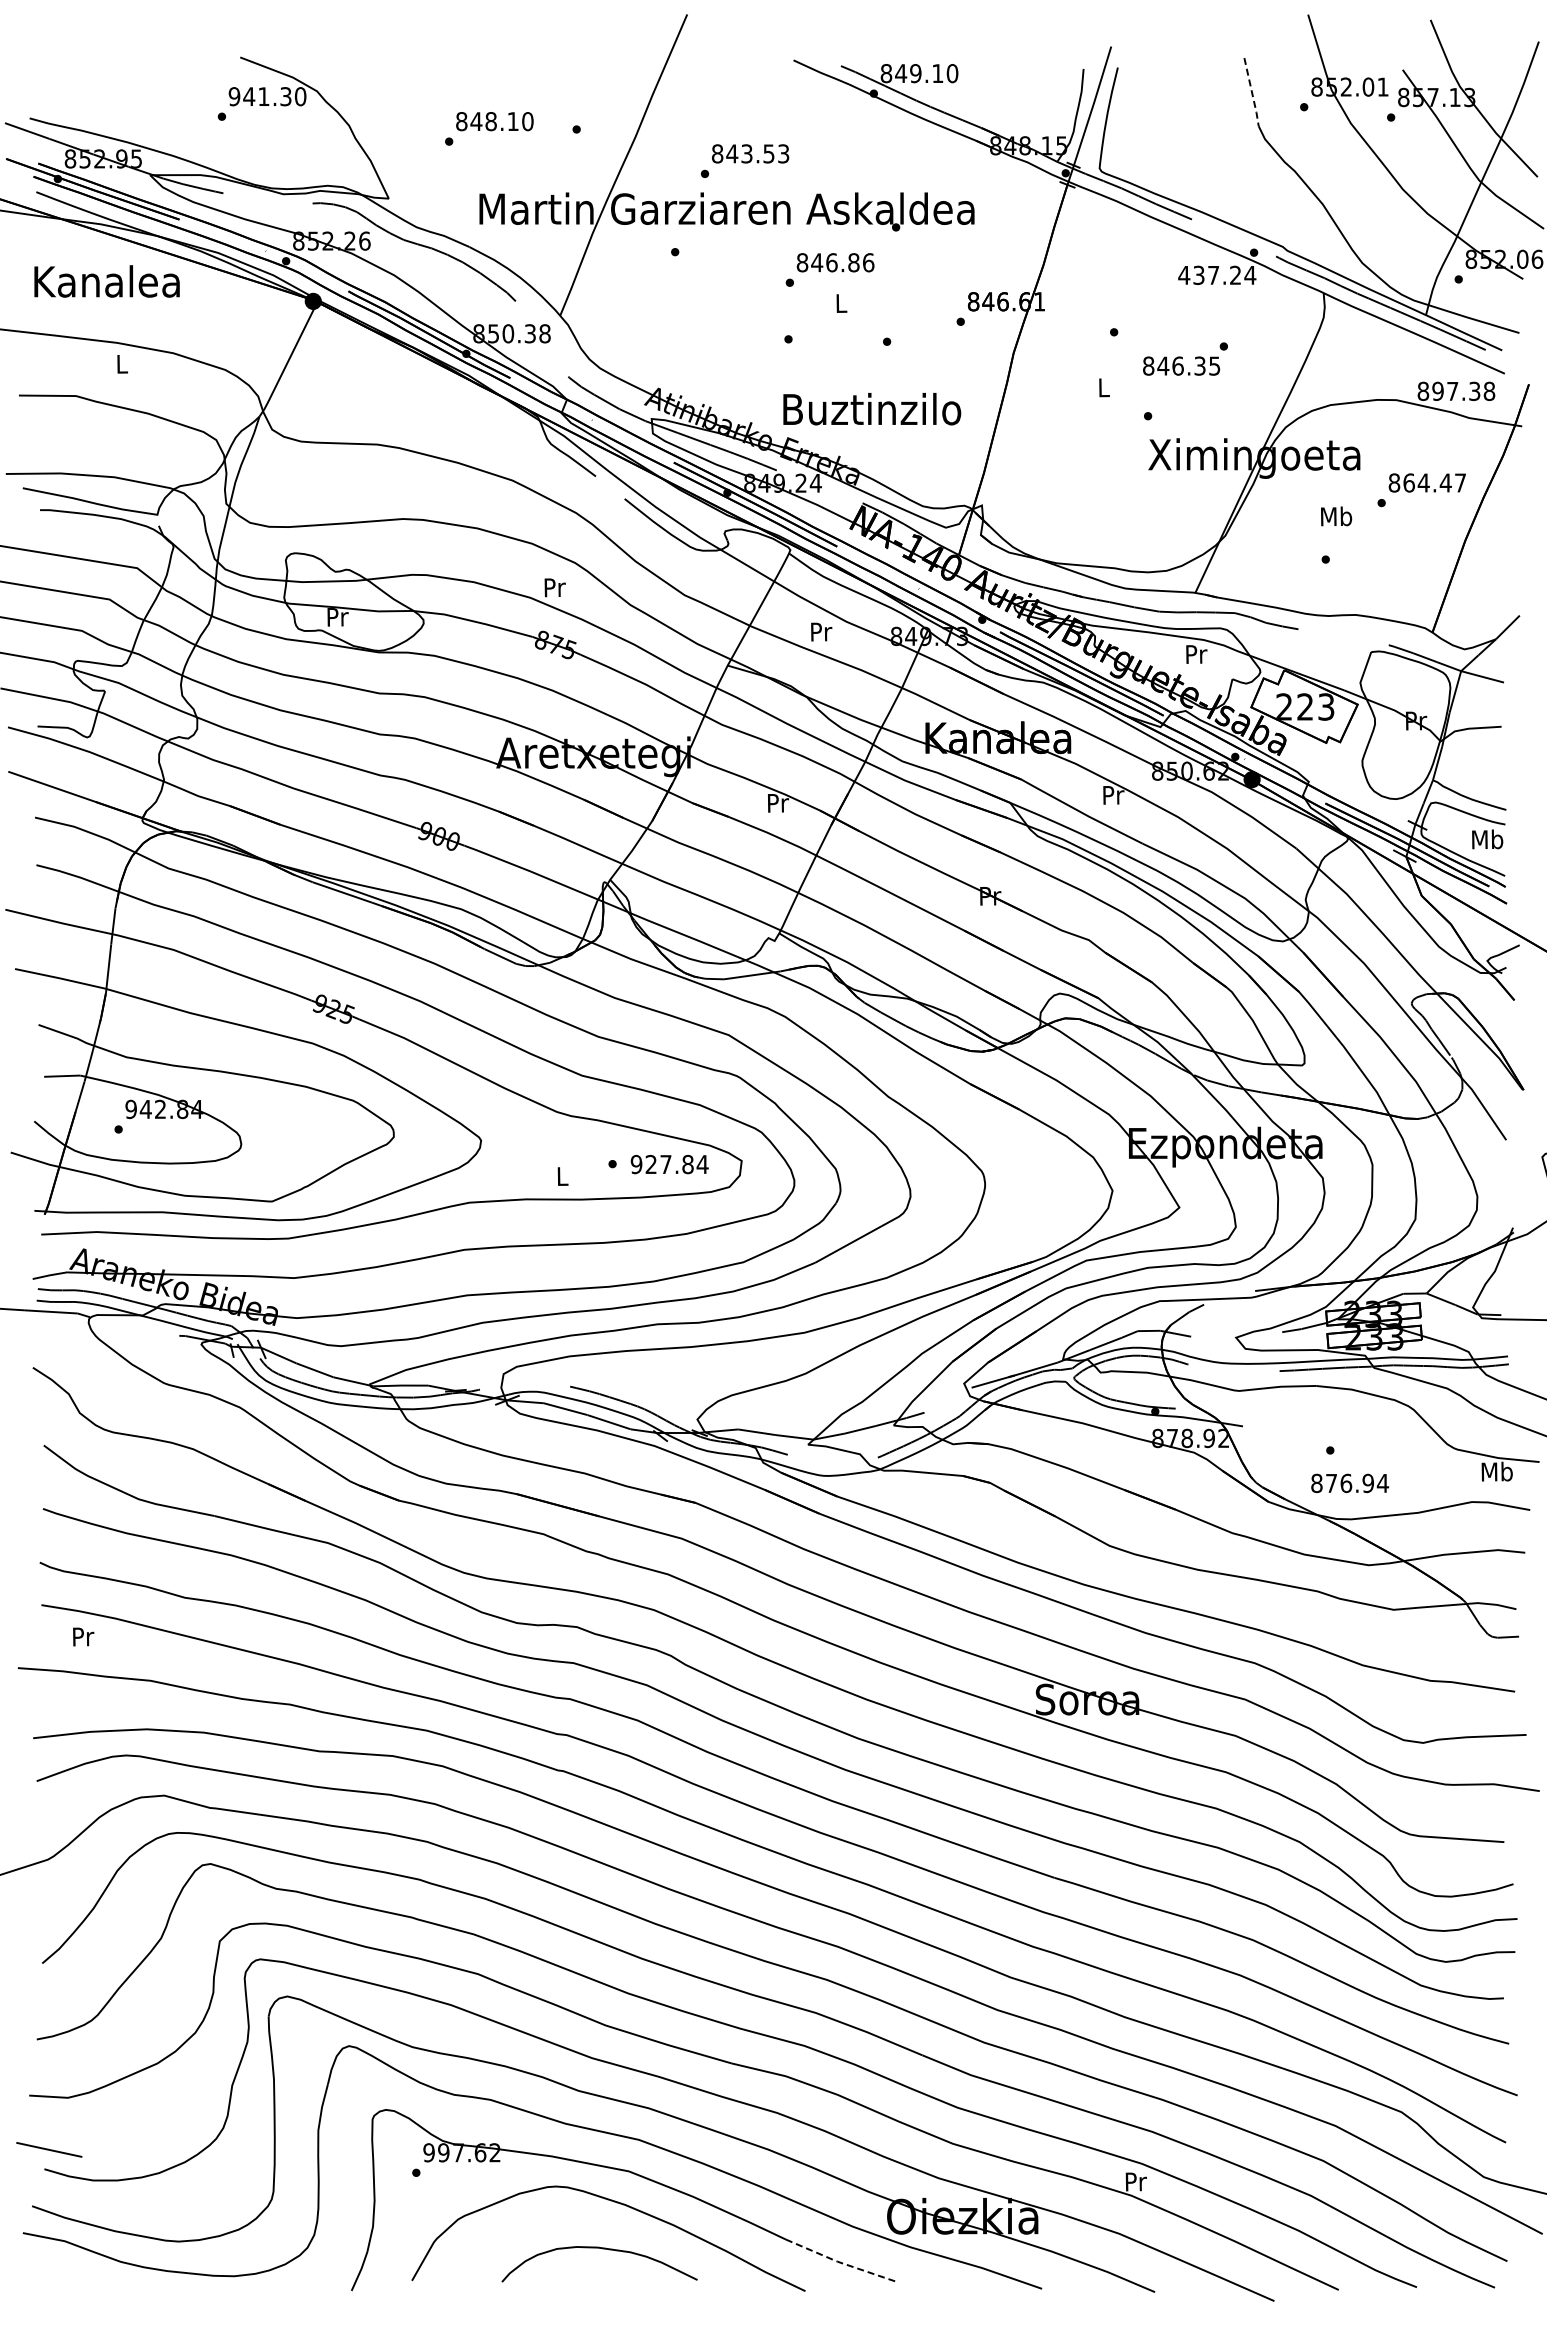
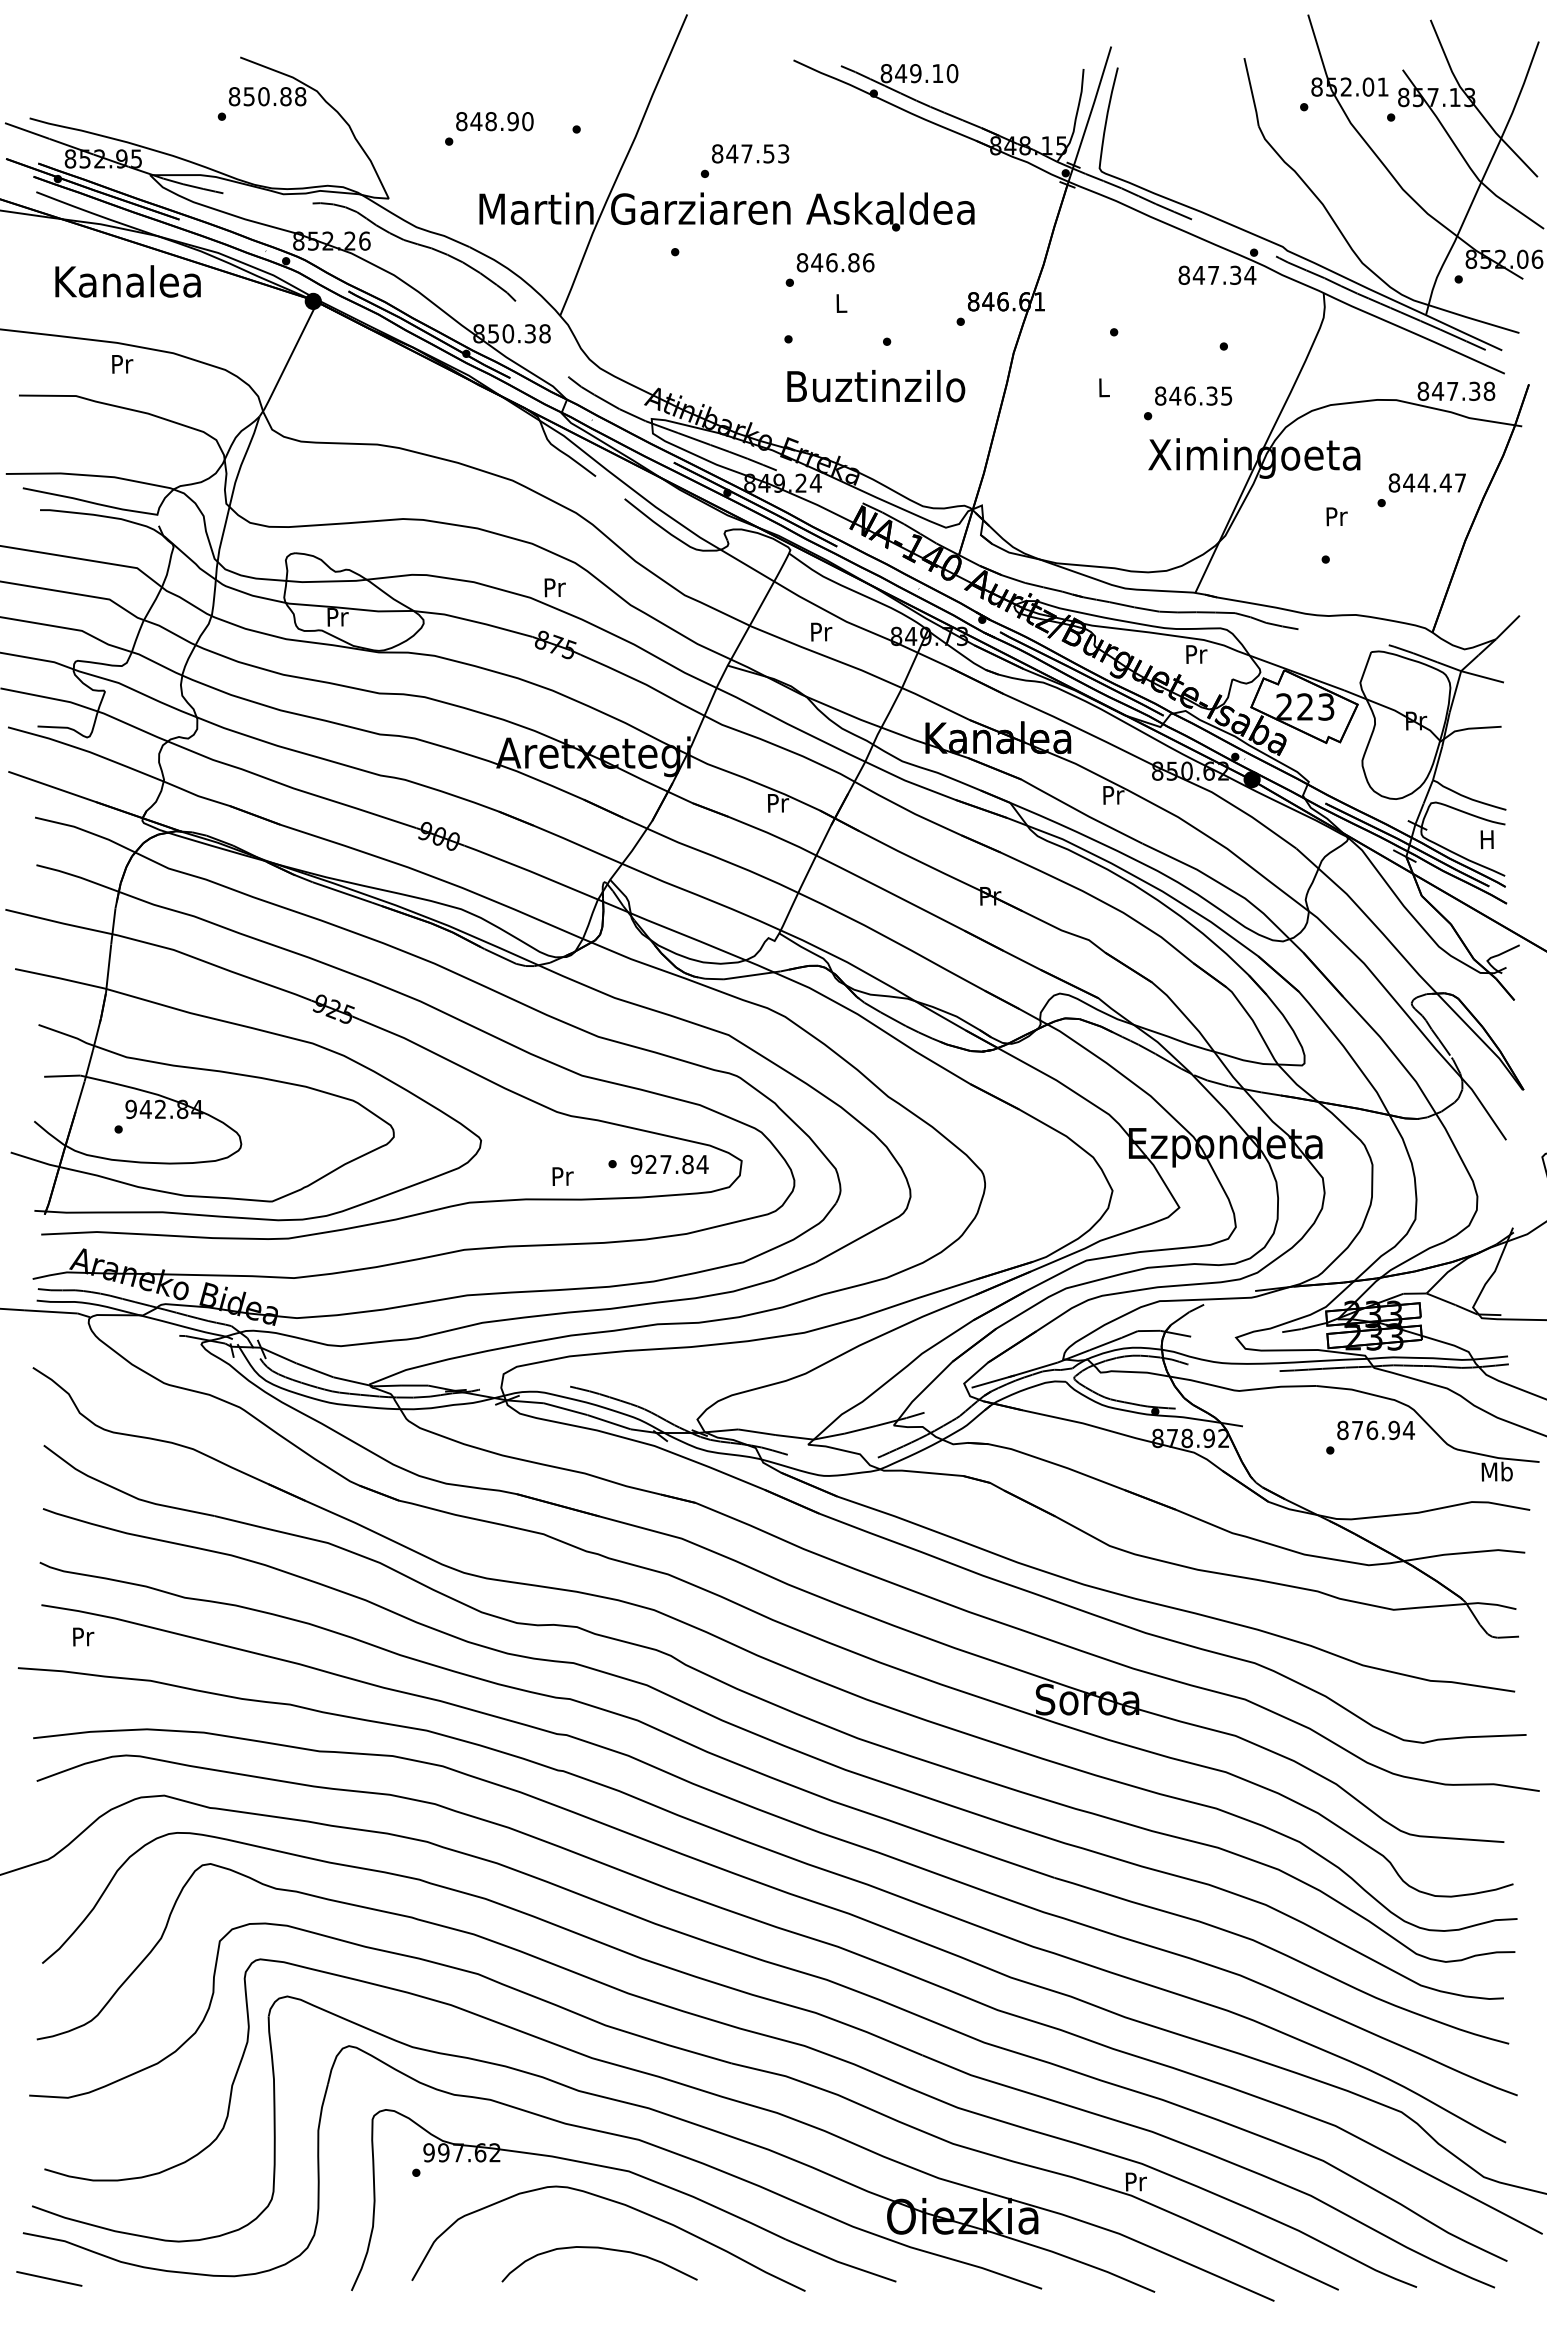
line at (1252, 93): dashed -> solid
text at (267, 96): 941.30 -> 850.88
text at (512, 121): 848.10 -> 848.90
text at (746, 153): 843.53 -> 847.53
text at (1209, 274): 437.24 -> 847.34
text at (106, 281) position: (106, 281) -> (127, 281)
text at (122, 364): L -> Pr
text at (1181, 365) position: (1181, 365) -> (1193, 395)
text at (1438, 391): 897.38 -> 847.38
text at (872, 409) position: (872, 409) -> (876, 386)
text at (1409, 482): 864.47 -> 844.47
text at (1336, 516): Mb -> Pr
text at (1487, 839): Mb -> H
text at (562, 1176): L -> Pr
text at (1349, 1483) position: (1349, 1483) -> (1375, 1430)
line at (49, 2149) position: (49, 2149) -> (49, 2278)
line at (840, 2262): dashed -> solid
